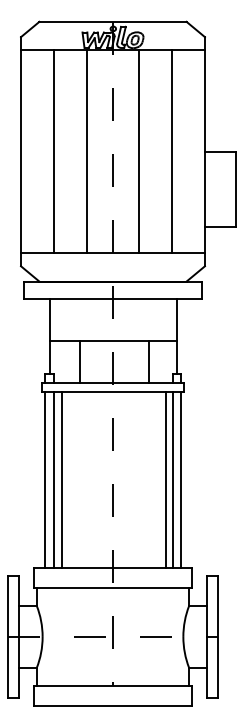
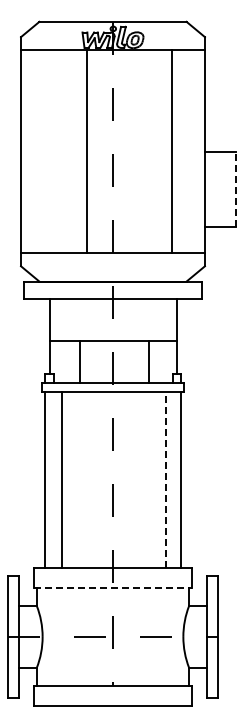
line at (53, 151): present -> none
line at (139, 151): present -> none
line at (236, 189): solid -> dashed
line at (53, 479): present -> none
line at (165, 479): solid -> dashed
line at (173, 479): present -> none
line at (113, 587): solid -> dashed
